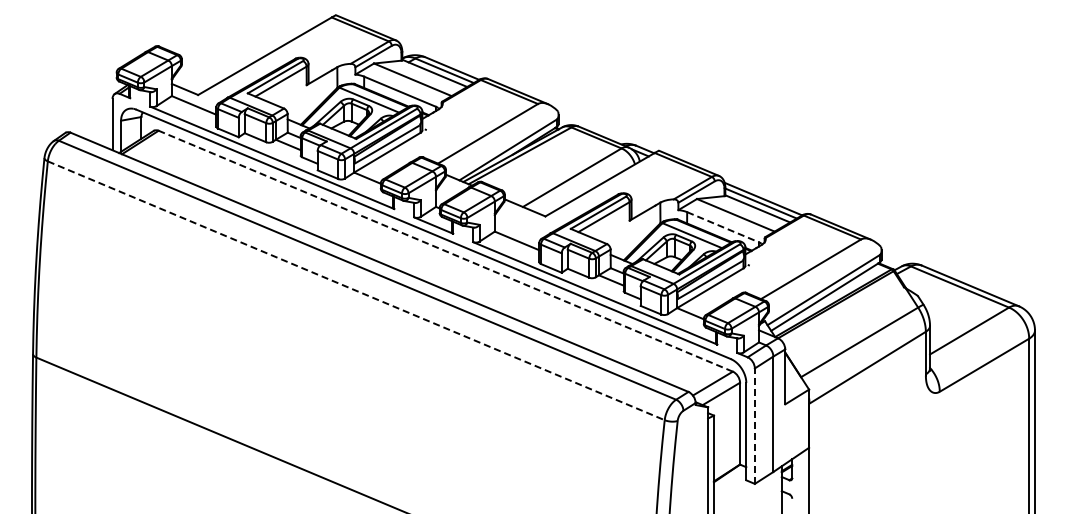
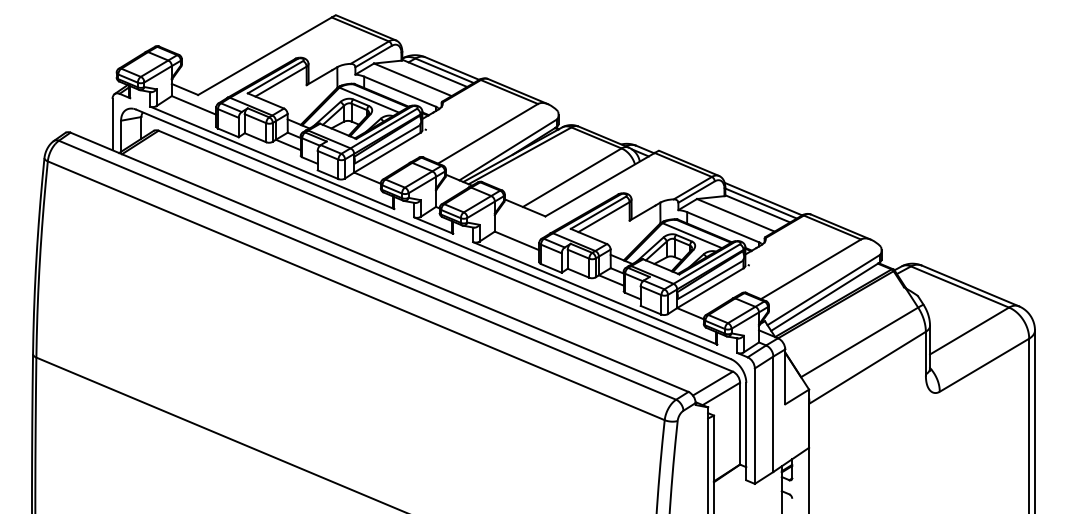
line at (723, 227): dashed -> solid
line at (445, 251): dashed -> solid
line at (356, 290): dashed -> solid
line at (754, 426): dashed -> solid
